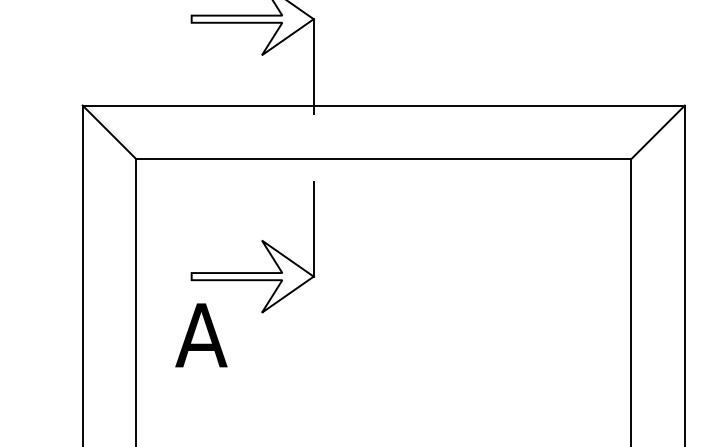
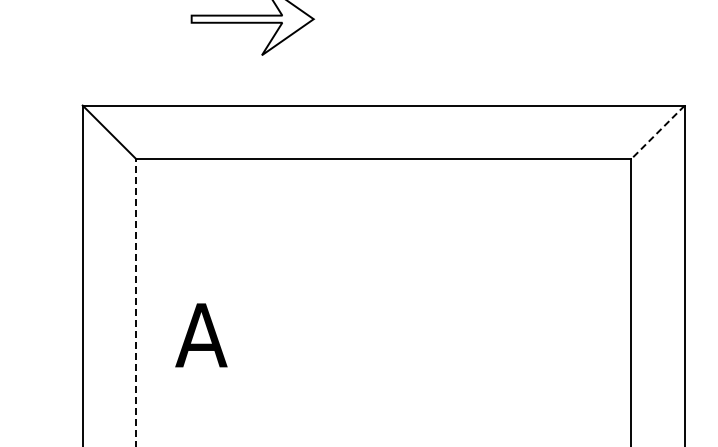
line at (313, 66): present -> none
line at (657, 132): solid -> dashed
part at (262, 243): present -> none
line at (136, 302): solid -> dashed
